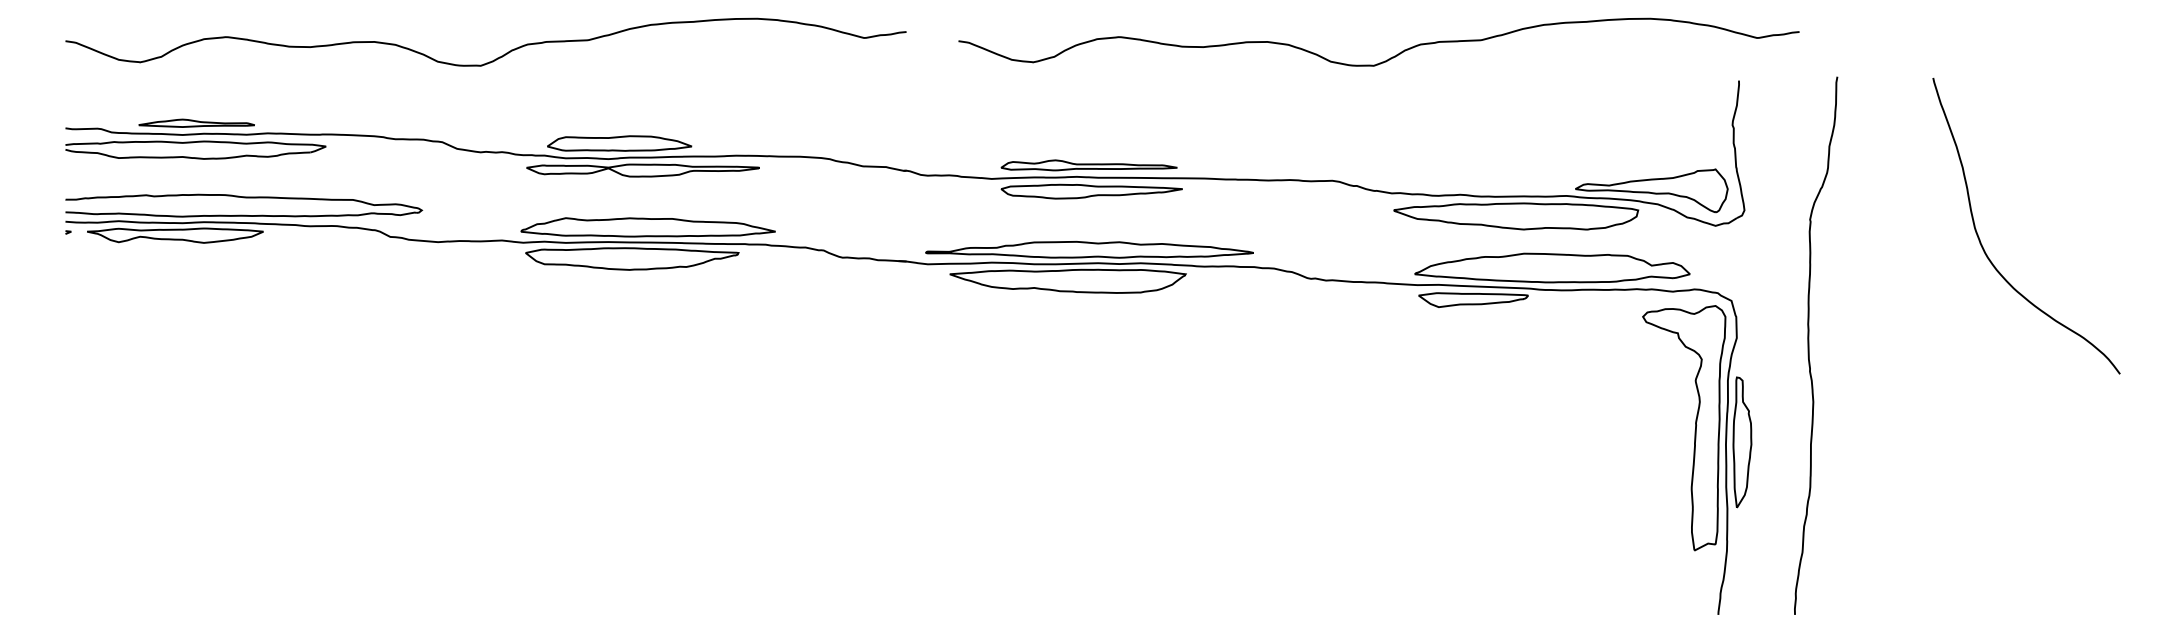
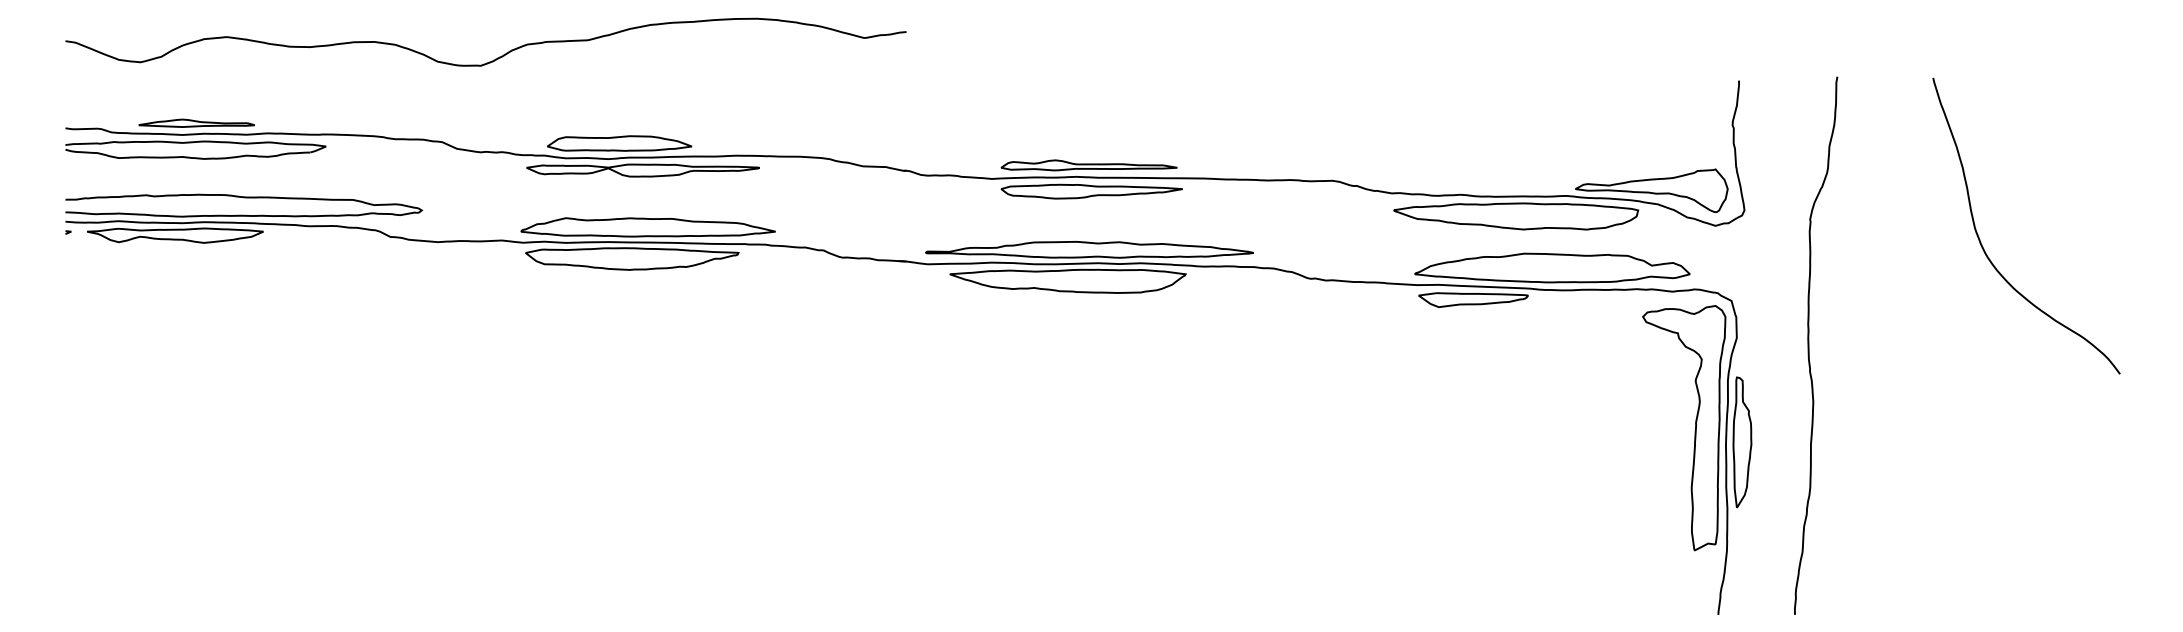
curve at (1388, 58): present -> none
